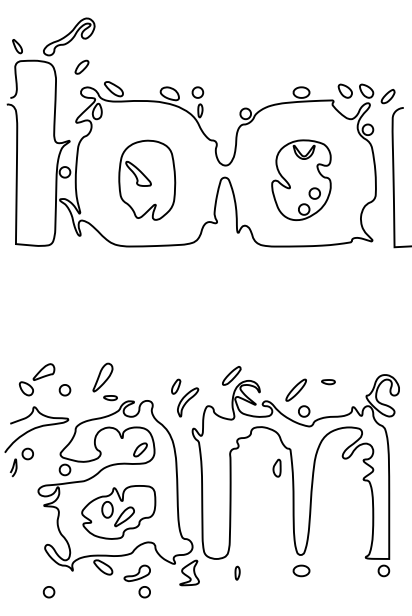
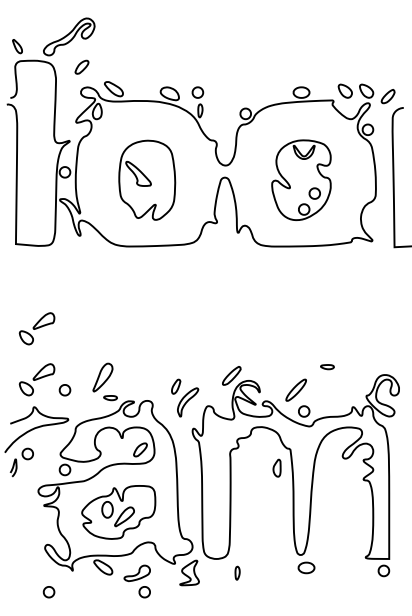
part at (36, 328): none -> present
part at (328, 382) position: (328, 382) -> (327, 367)
part at (301, 570) position: (301, 570) -> (306, 567)
